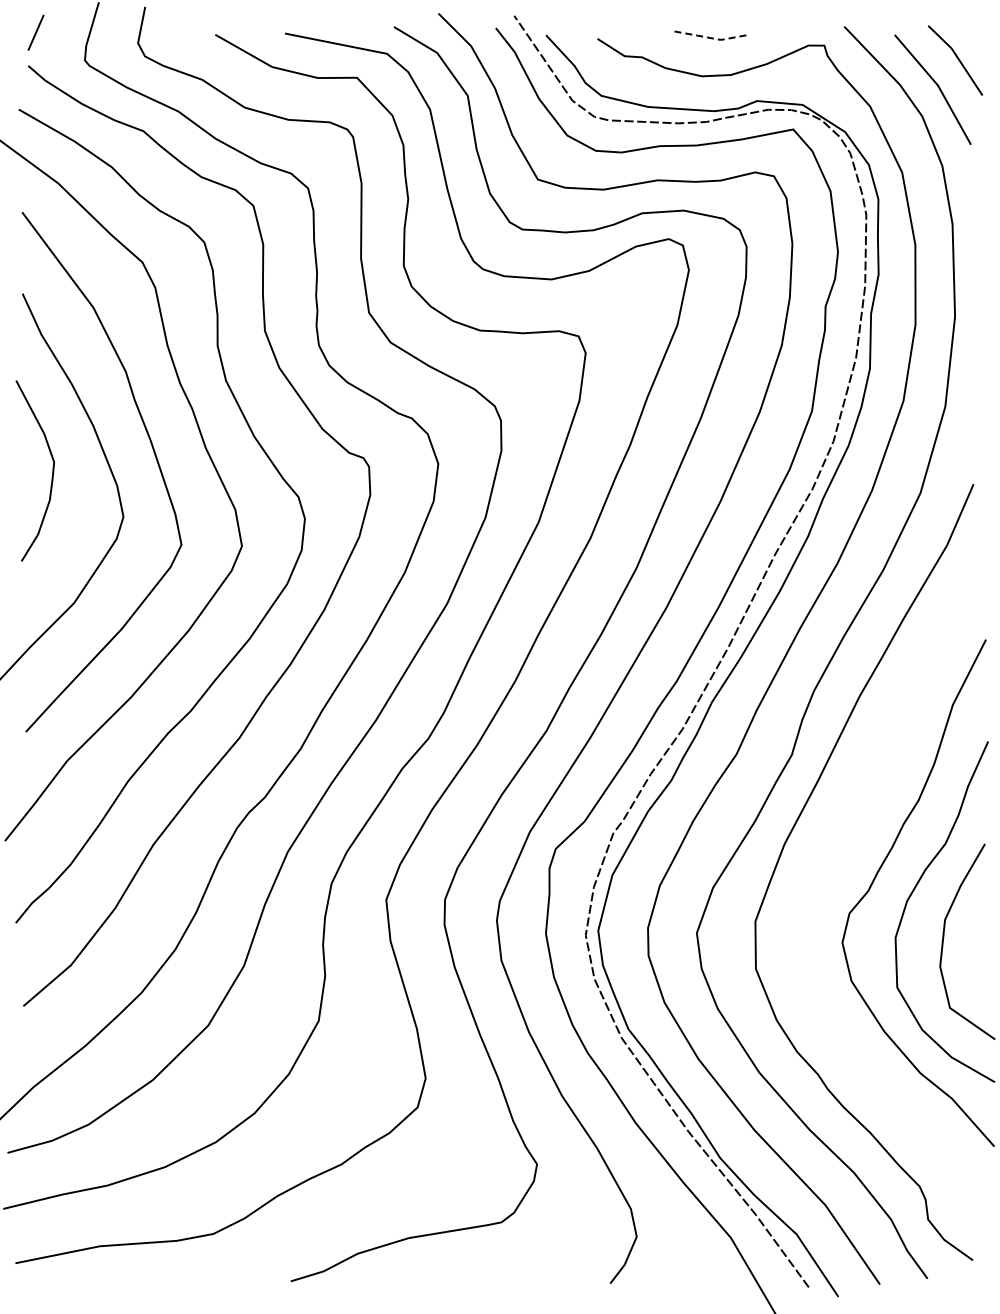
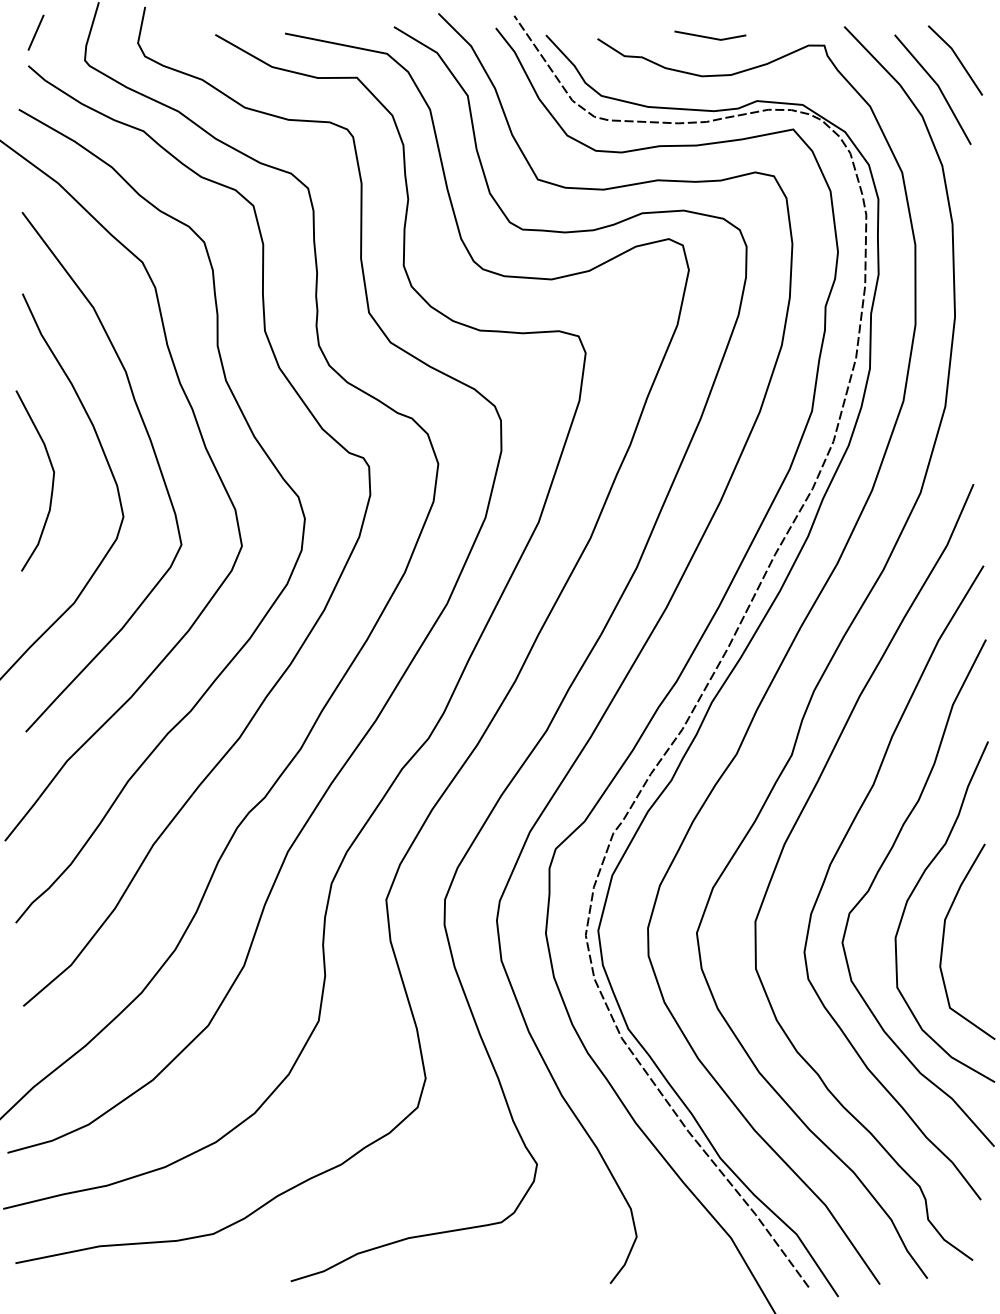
line at (710, 38): dashed -> solid
curve at (52, 470) position: (52, 470) -> (52, 480)
curve at (837, 853): none -> present
